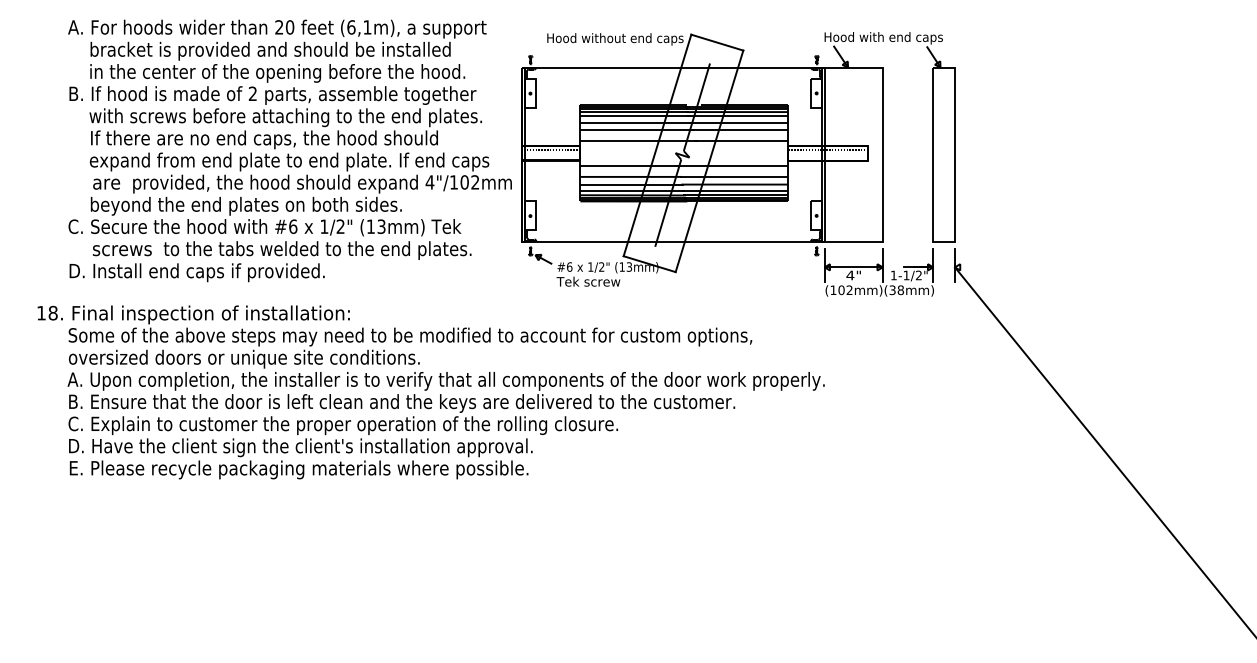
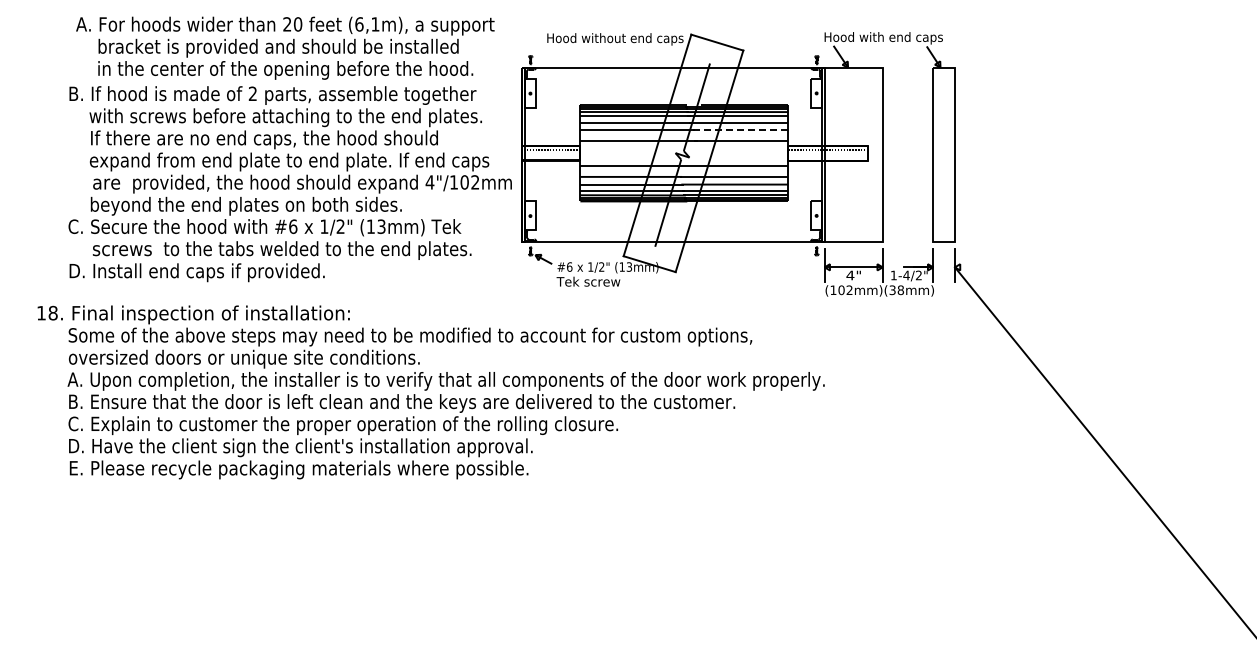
text at (277, 50) position: (277, 50) -> (285, 47)
line at (739, 130): solid -> dashed
text at (906, 275): 1-1/2" -> 1-4/2"
